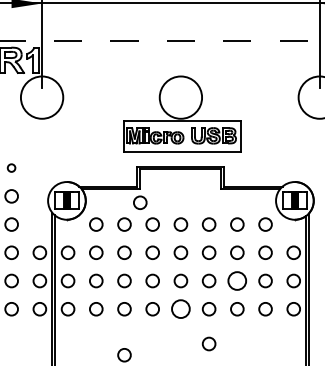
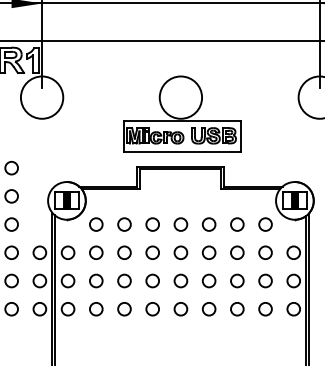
line at (161, 41): dashed -> solid
circle at (11, 167) size: 11x10 px -> 15x16 px
circle at (140, 202): present -> none
circle at (236, 280) size: 20x20 px -> 15x16 px
circle at (180, 308) size: 20x20 px -> 16x15 px
circle at (208, 343): present -> none
circle at (124, 355): present -> none
